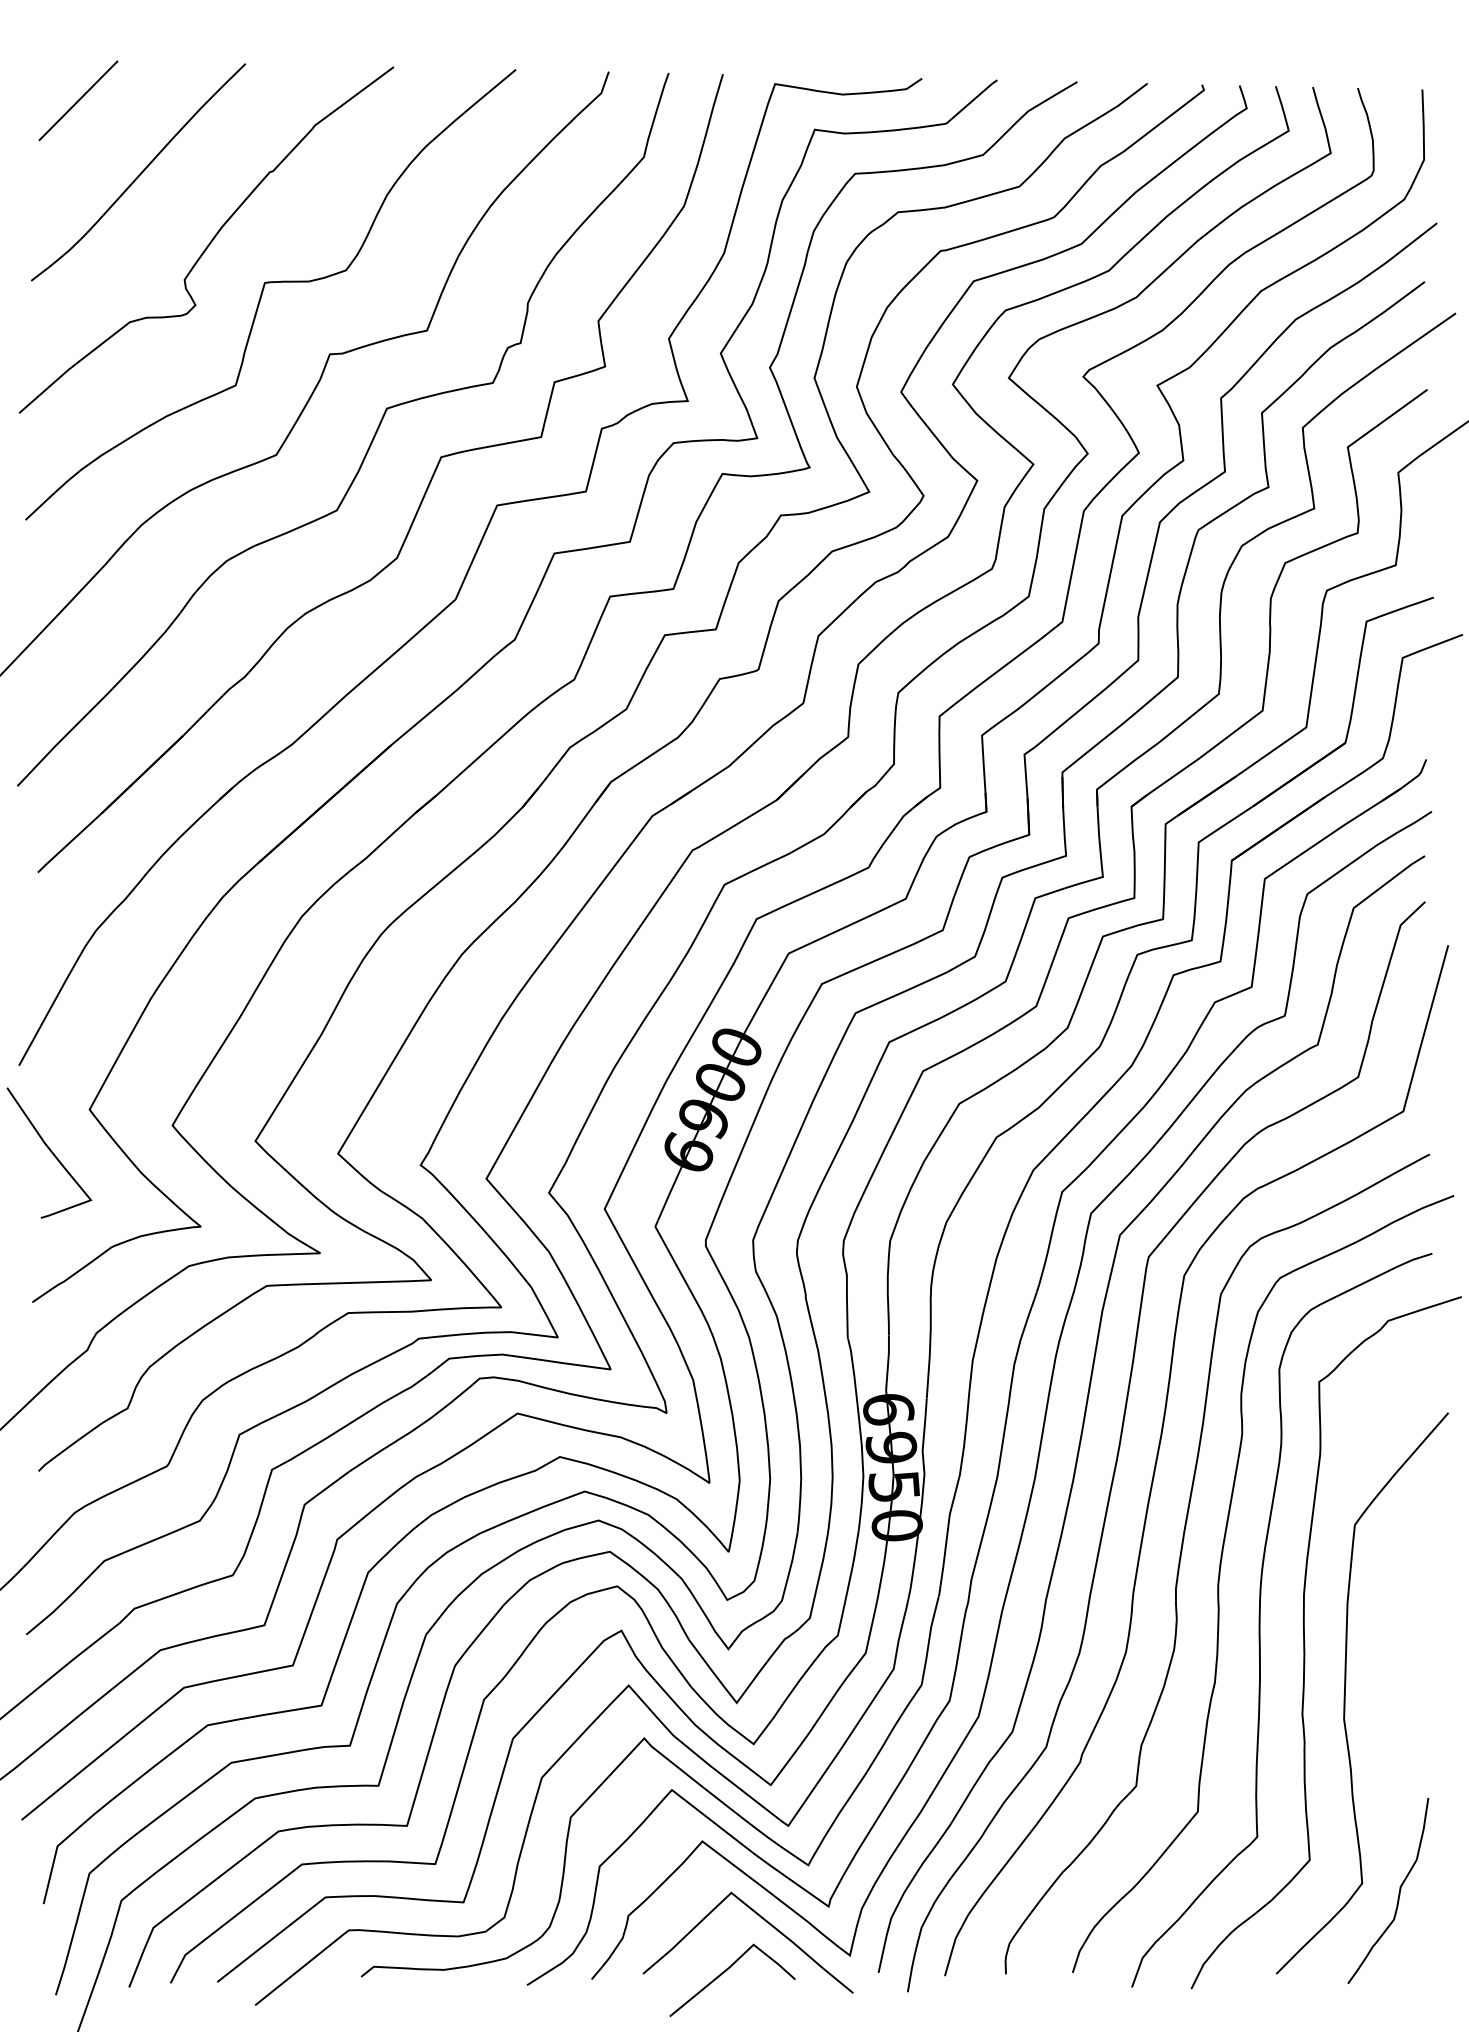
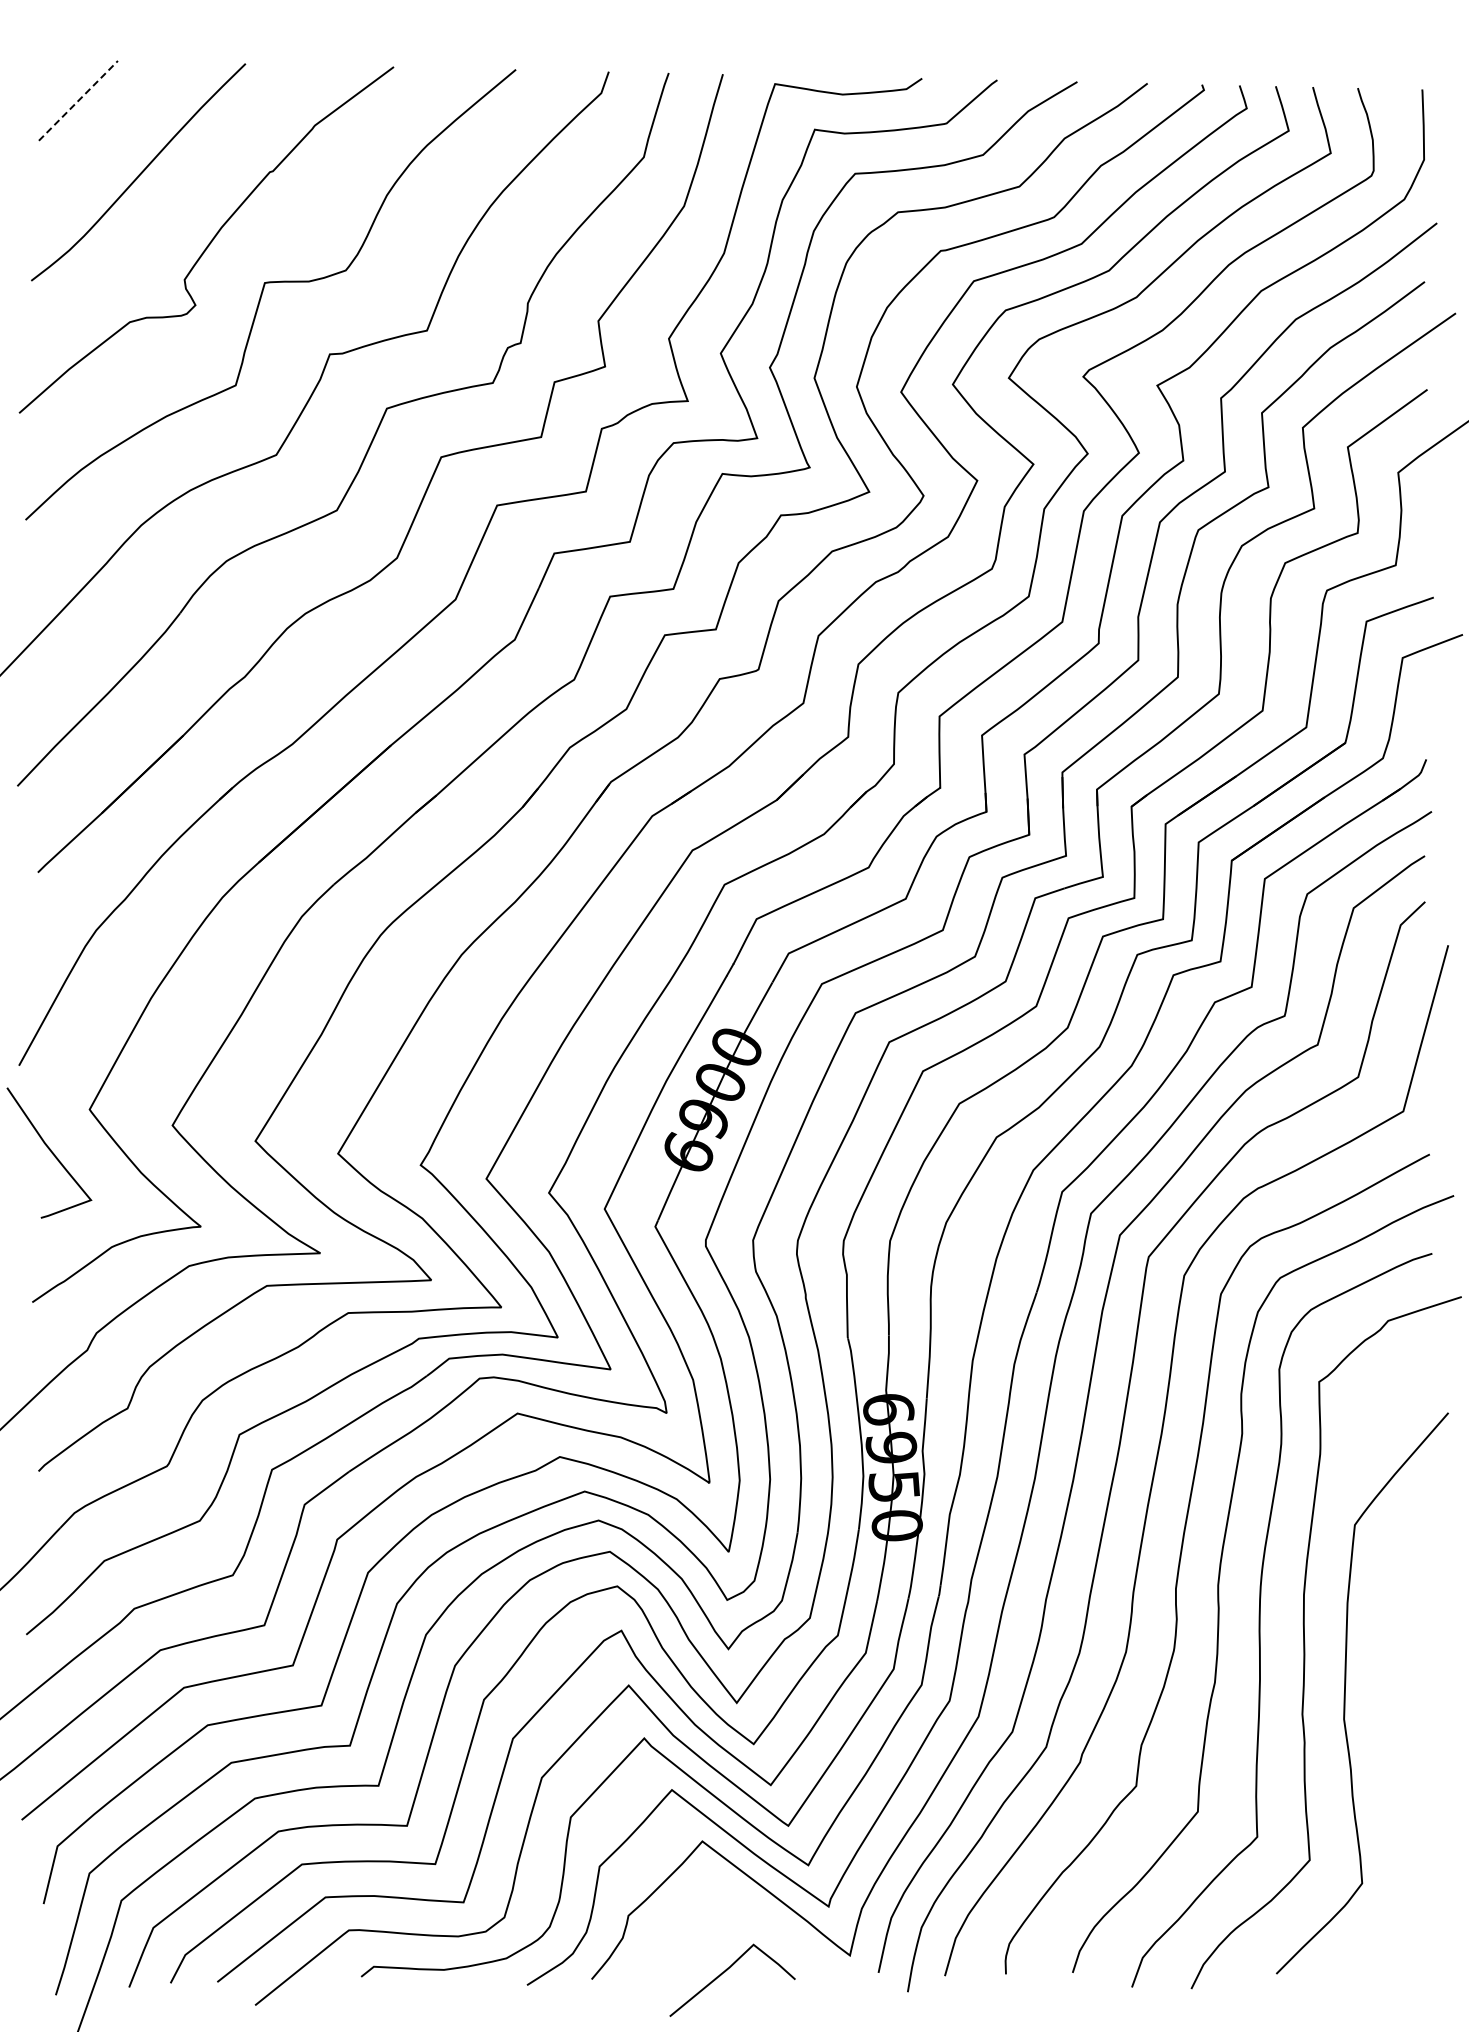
line at (78, 100): solid -> dashed
curve at (1398, 1892): present -> none
curve at (762, 1919): present -> none
